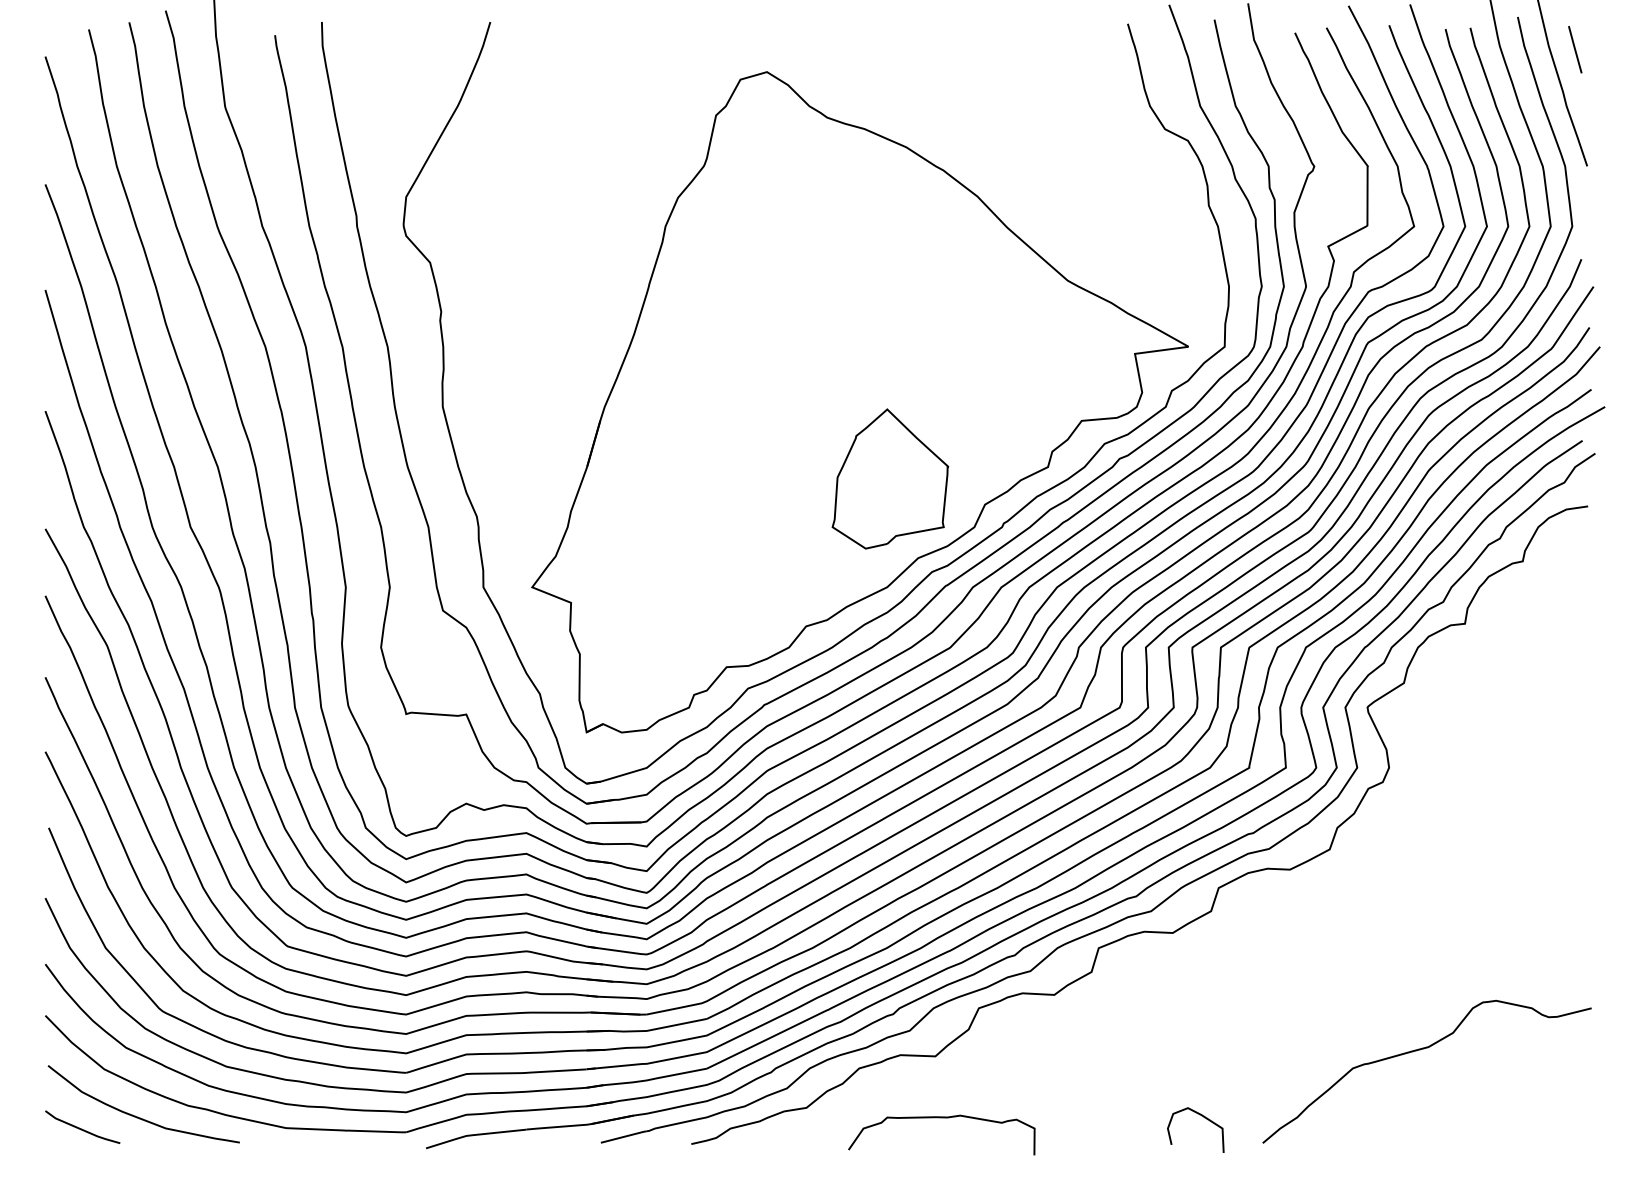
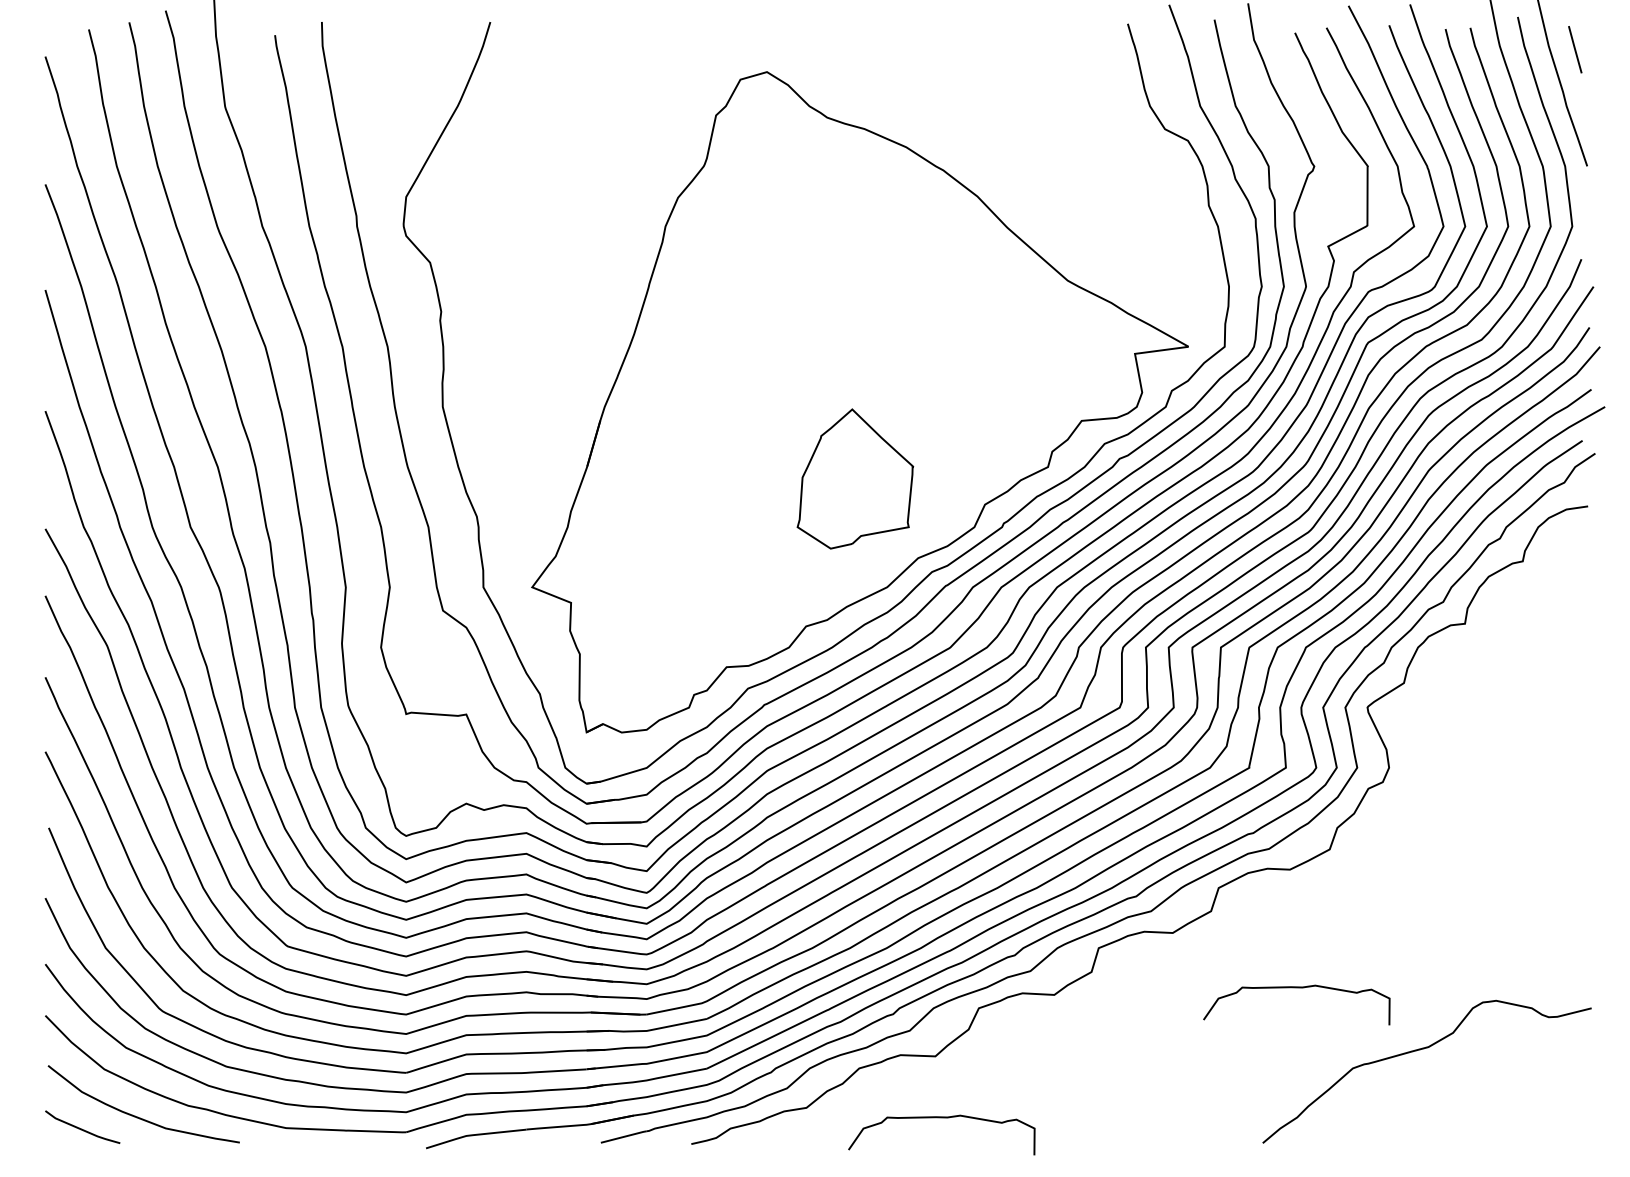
part at (890, 478) position: (890, 478) -> (855, 478)
curve at (1296, 988): none -> present
curve at (1204, 1118): present -> none
